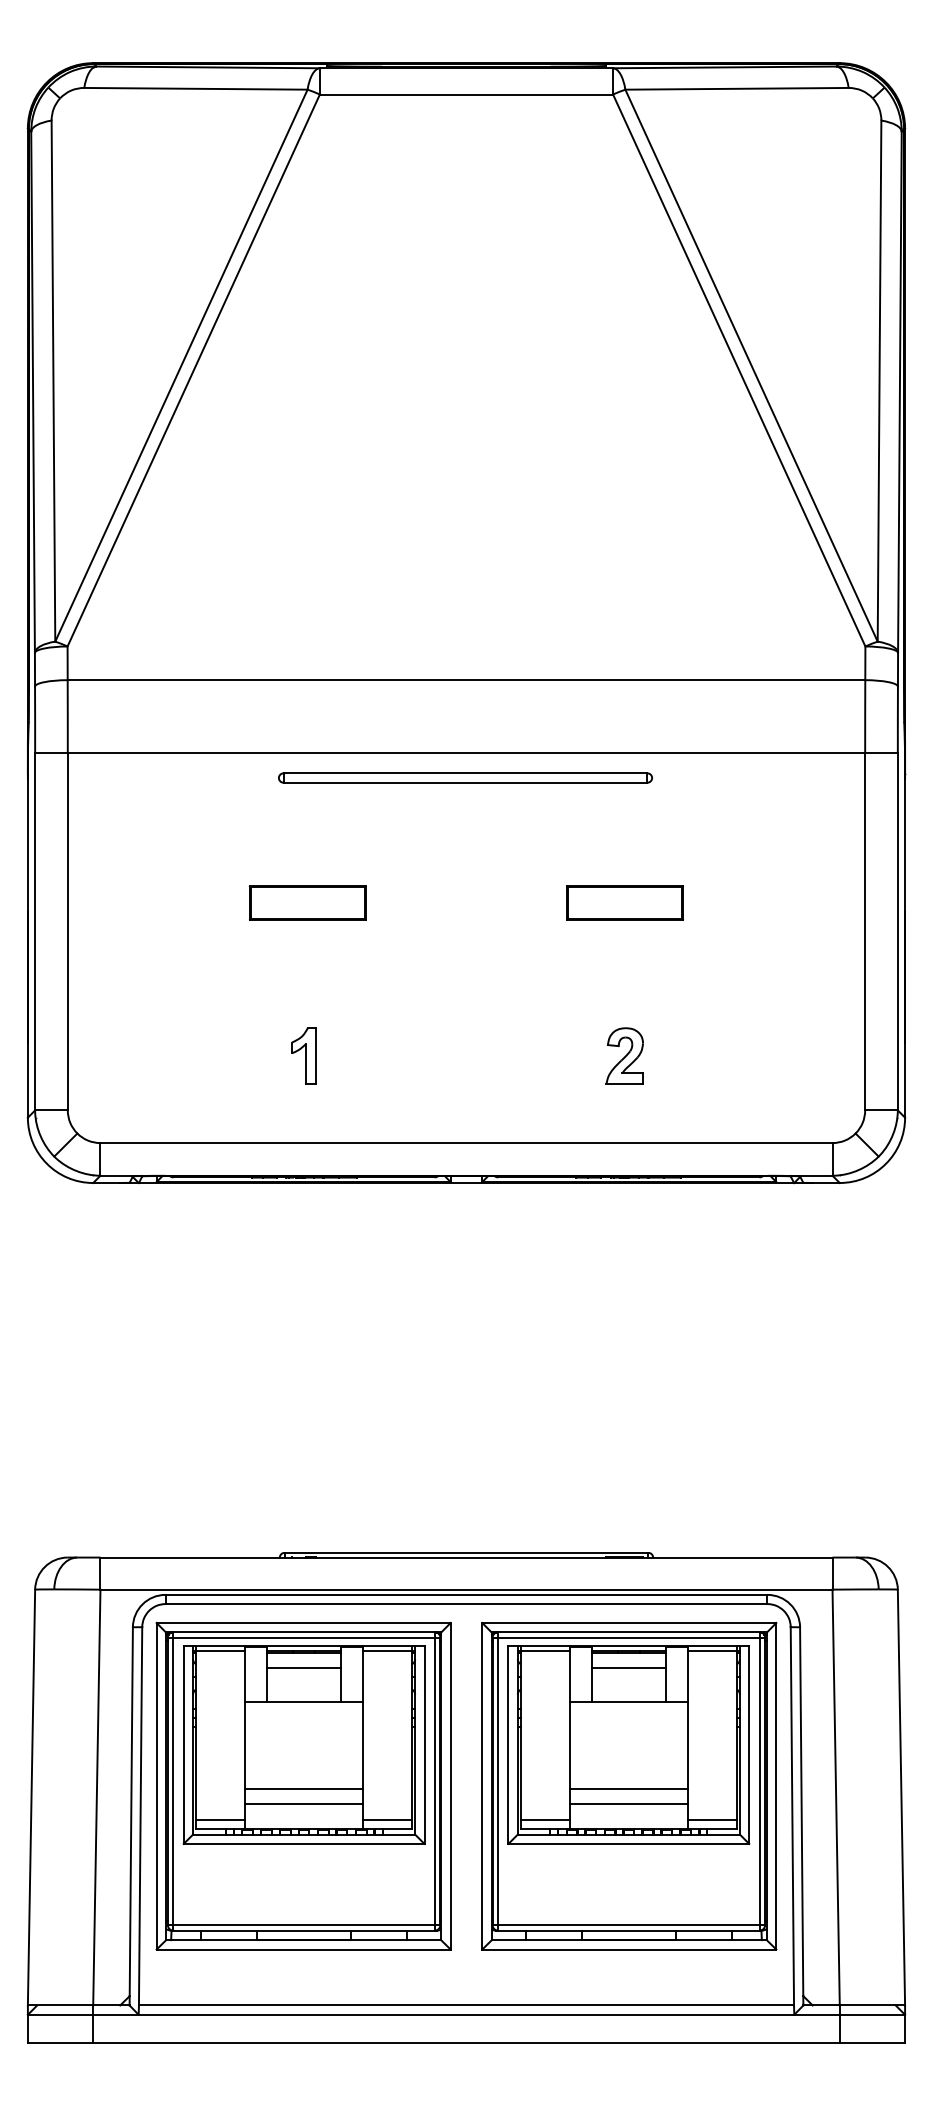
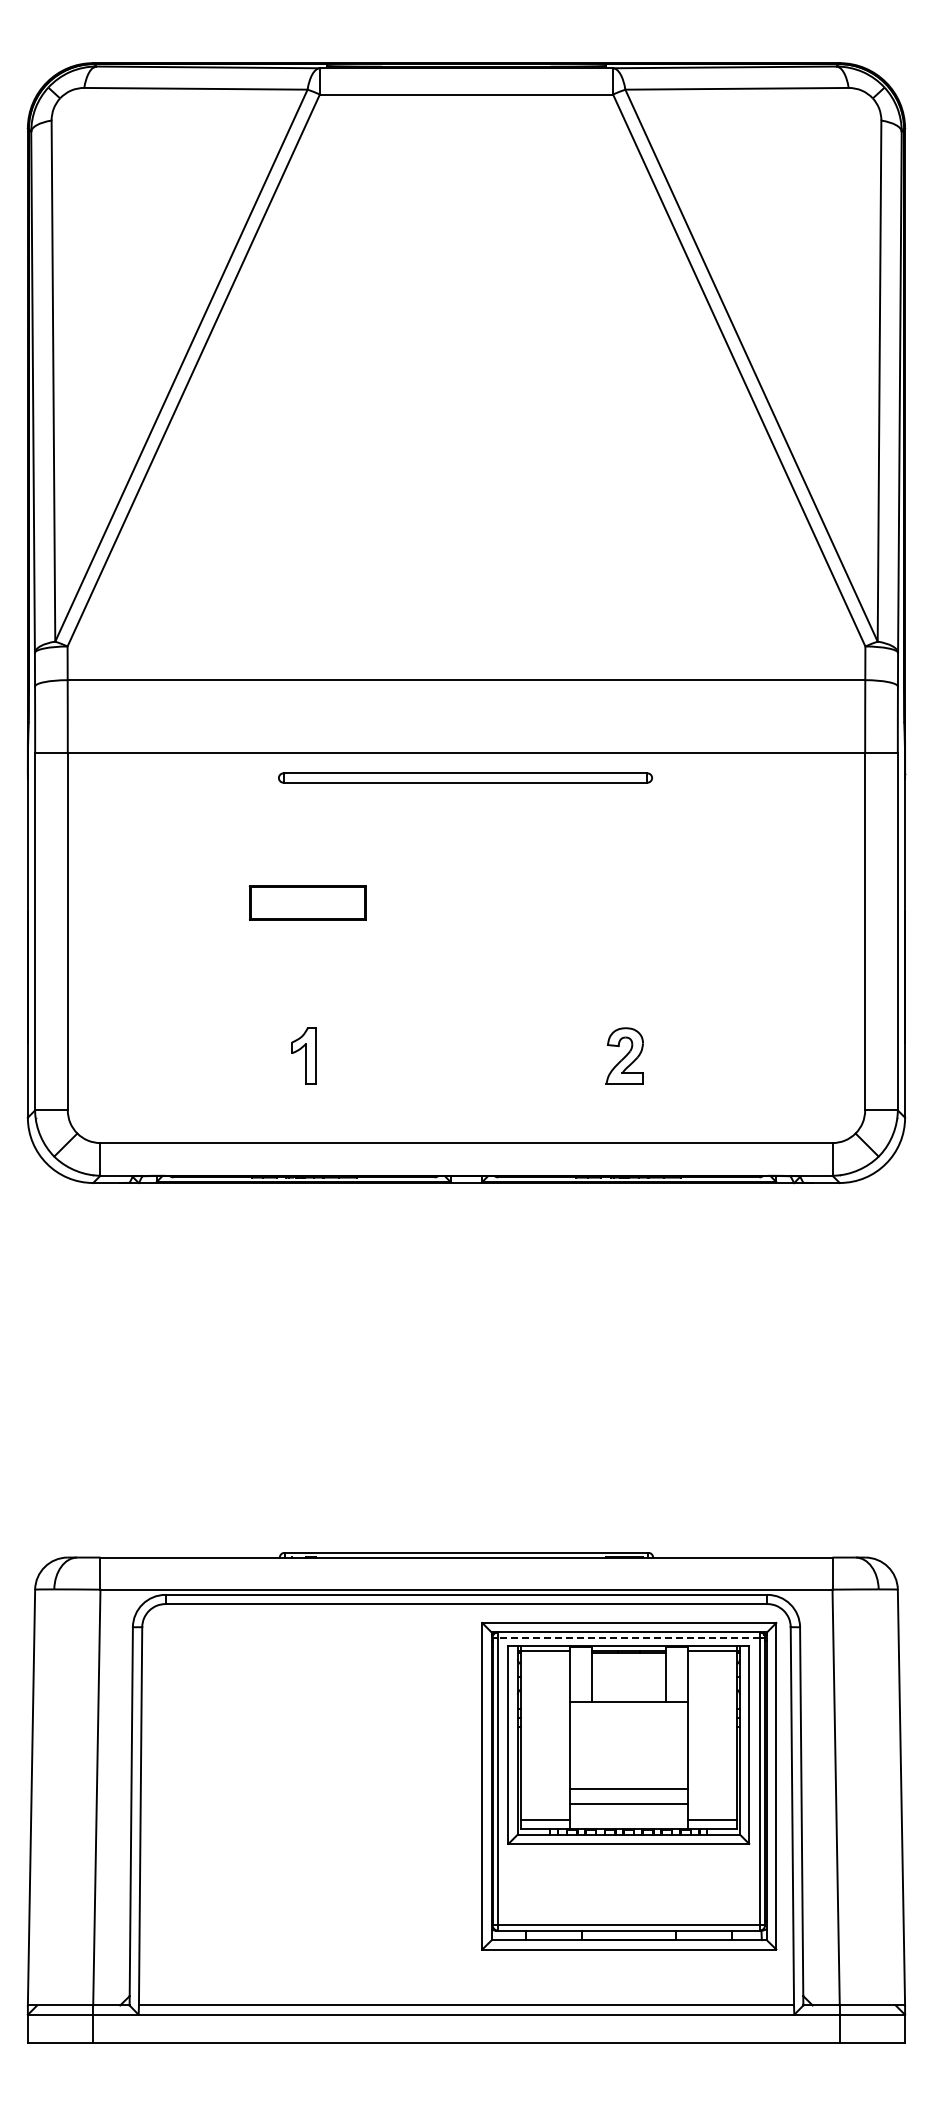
part at (625, 902): present -> none
line at (628, 1637): solid -> dashed
line at (628, 1667): present -> none
part at (303, 1785): present -> none
